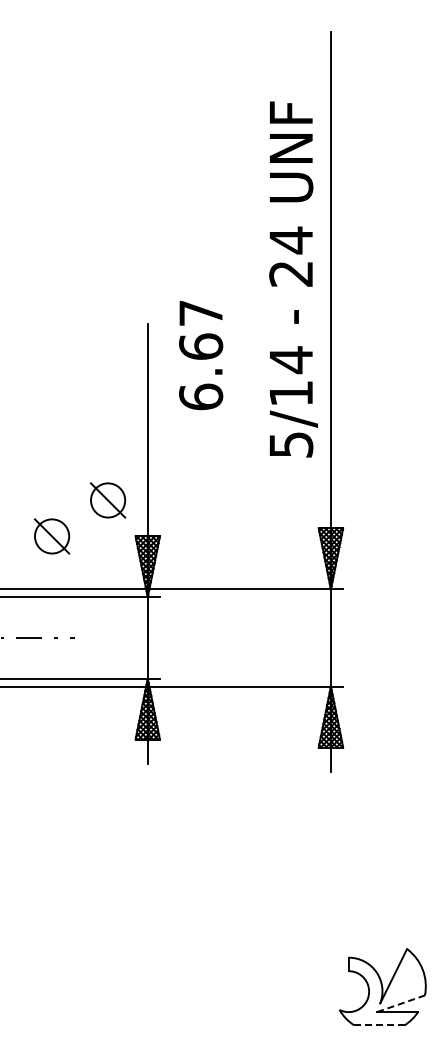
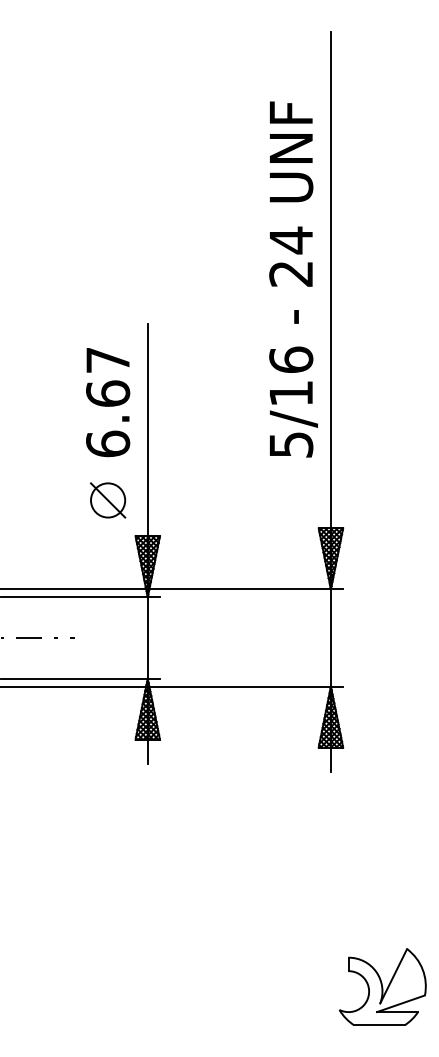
text at (201, 355) position: (201, 355) -> (108, 402)
text at (291, 360): 5/14 -> 5/16
part at (51, 536): present -> none
line at (401, 1003): dashed -> solid
line at (379, 1025): dashed -> solid
